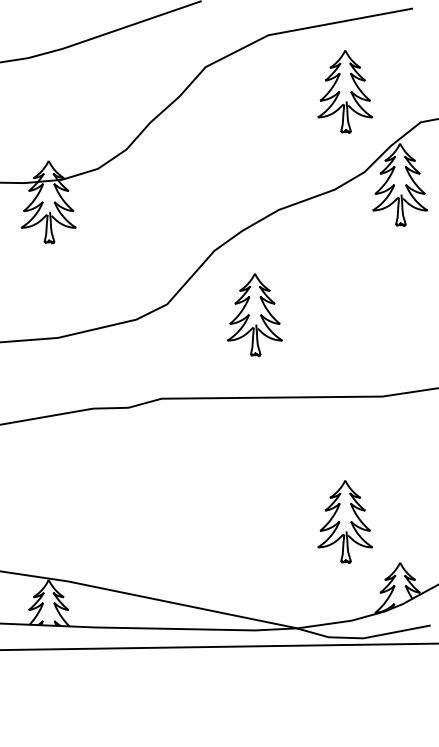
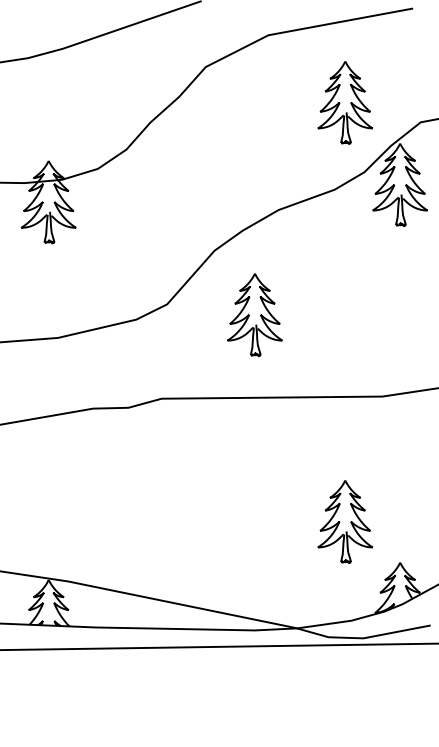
part at (344, 91) position: (344, 91) -> (344, 102)
